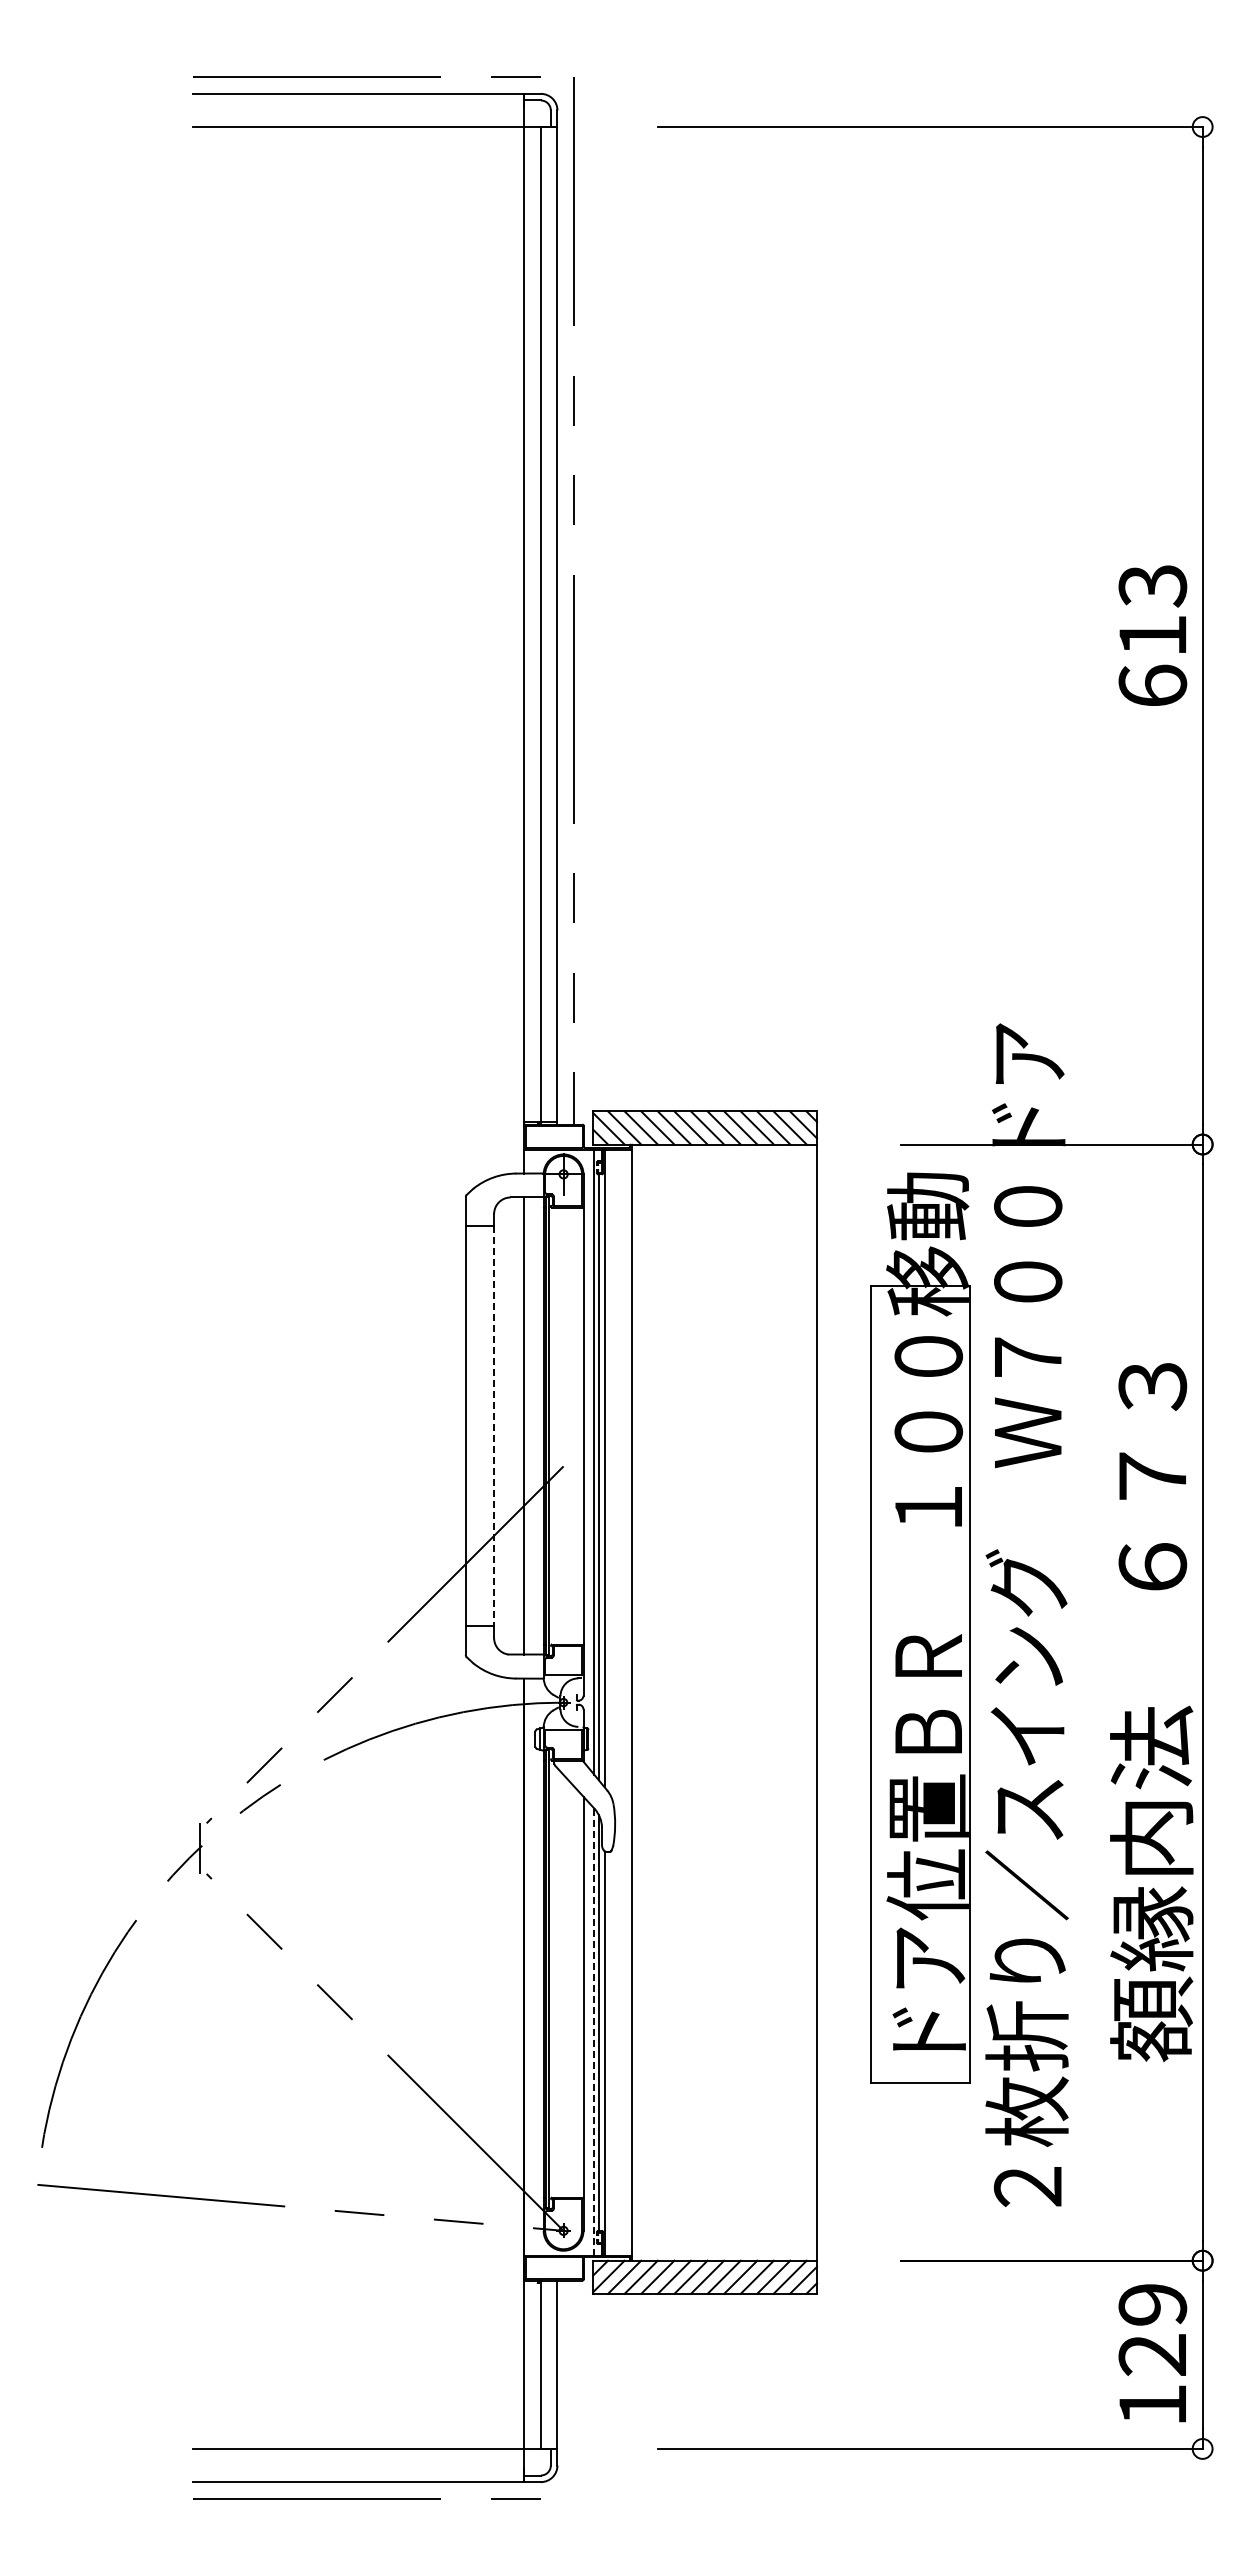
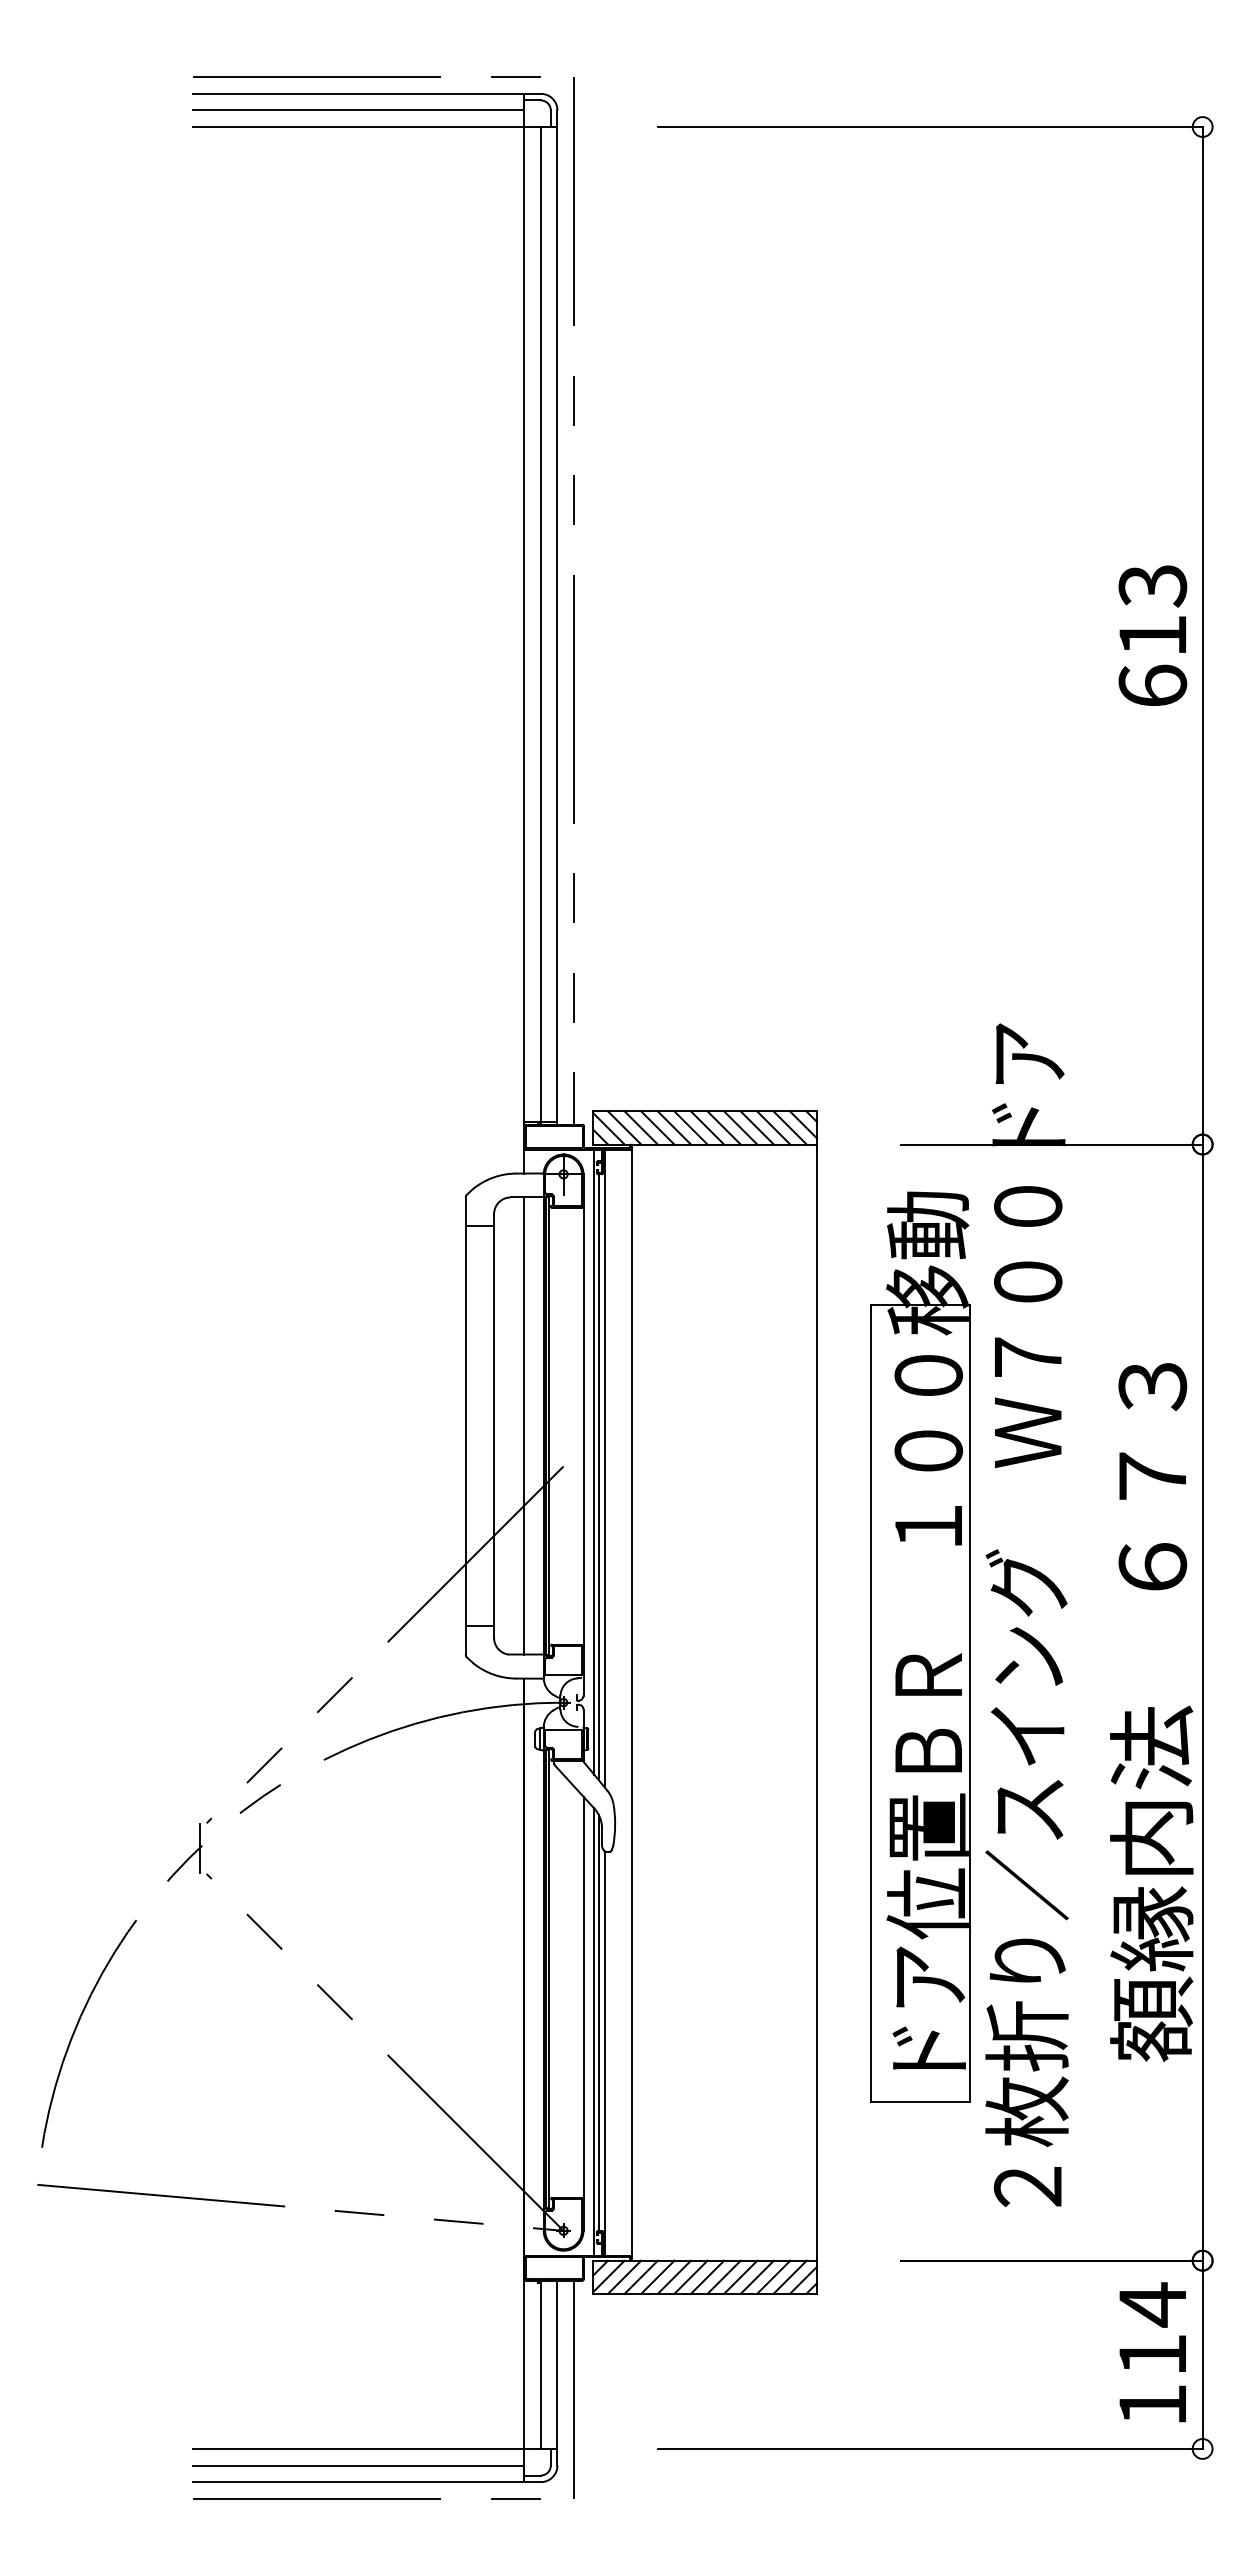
line at (358, 110): none -> present
line at (493, 1426): dashed -> solid
part at (920, 1627) position: (920, 1627) -> (920, 1646)
line at (594, 2032): dashed -> solid
text at (1152, 2328): 129 -> 114
line at (574, 2389): none -> present
line at (358, 2465): none -> present
